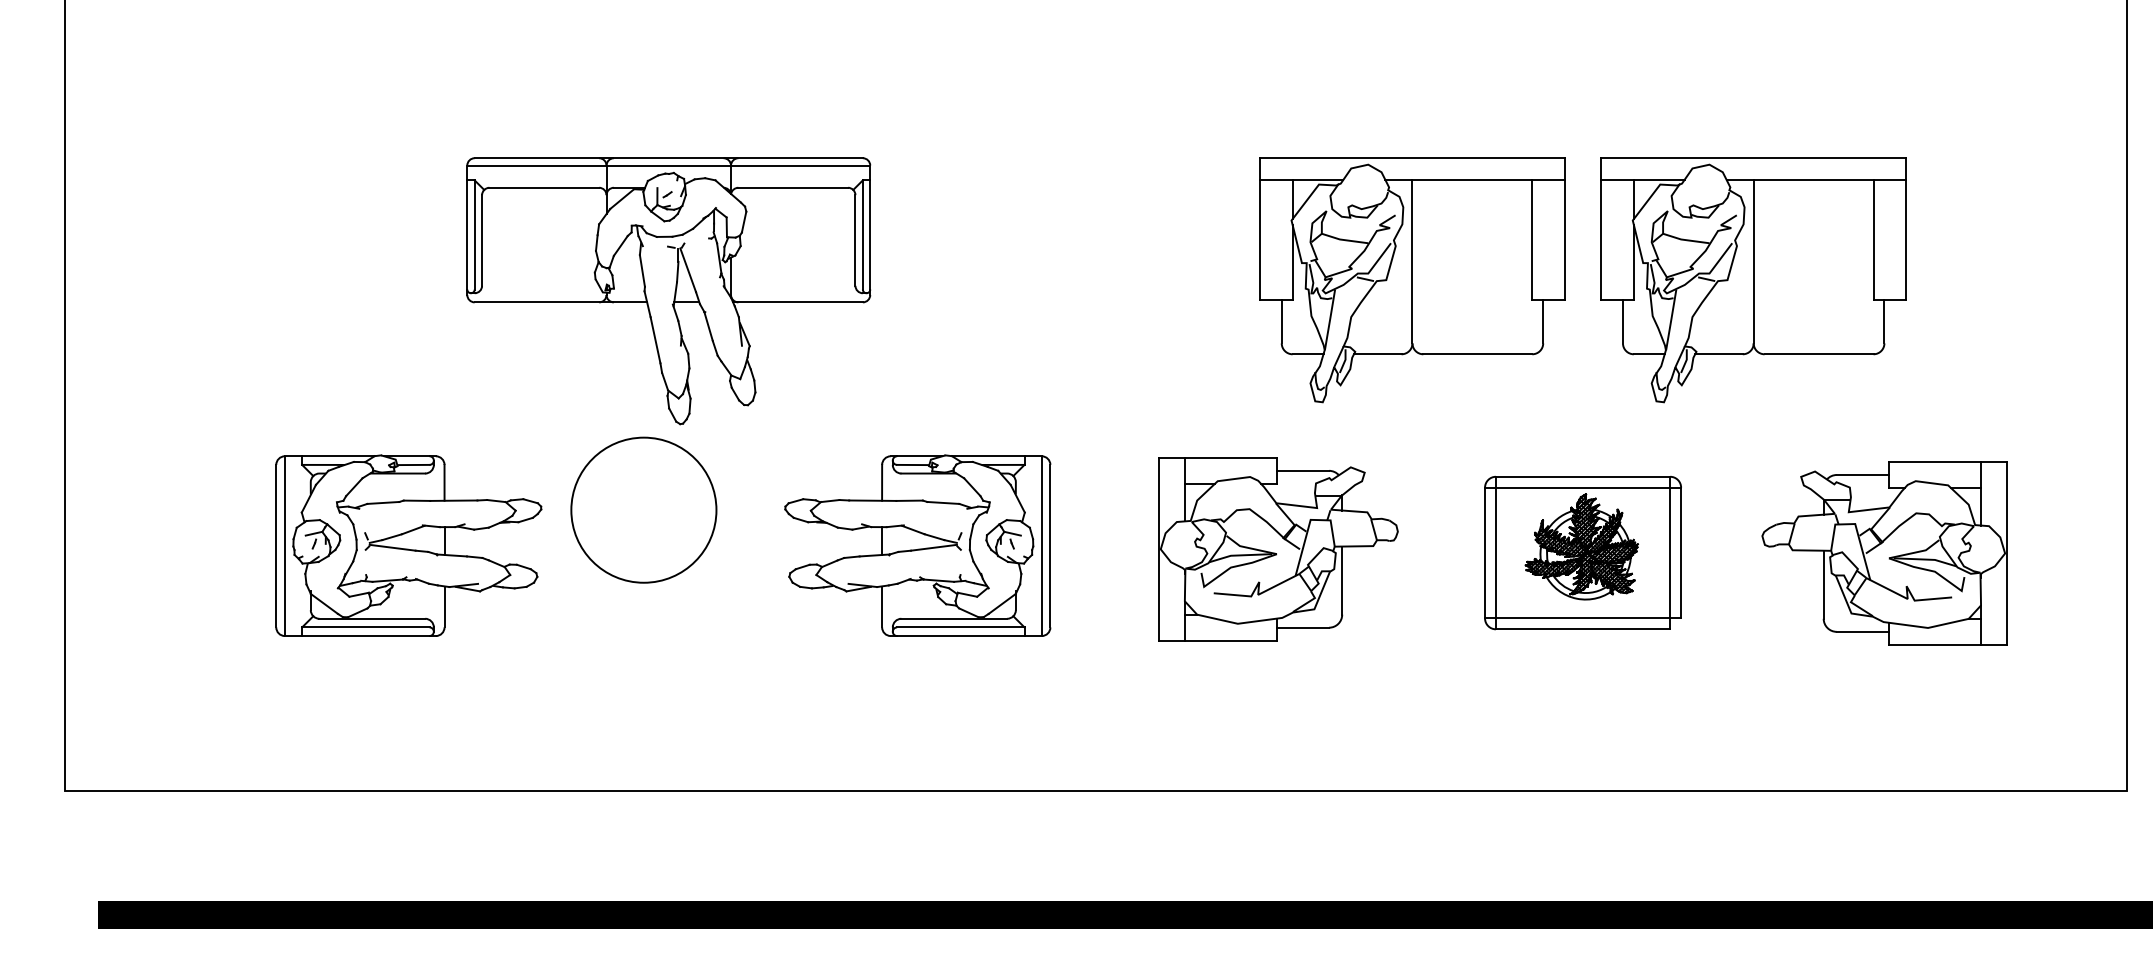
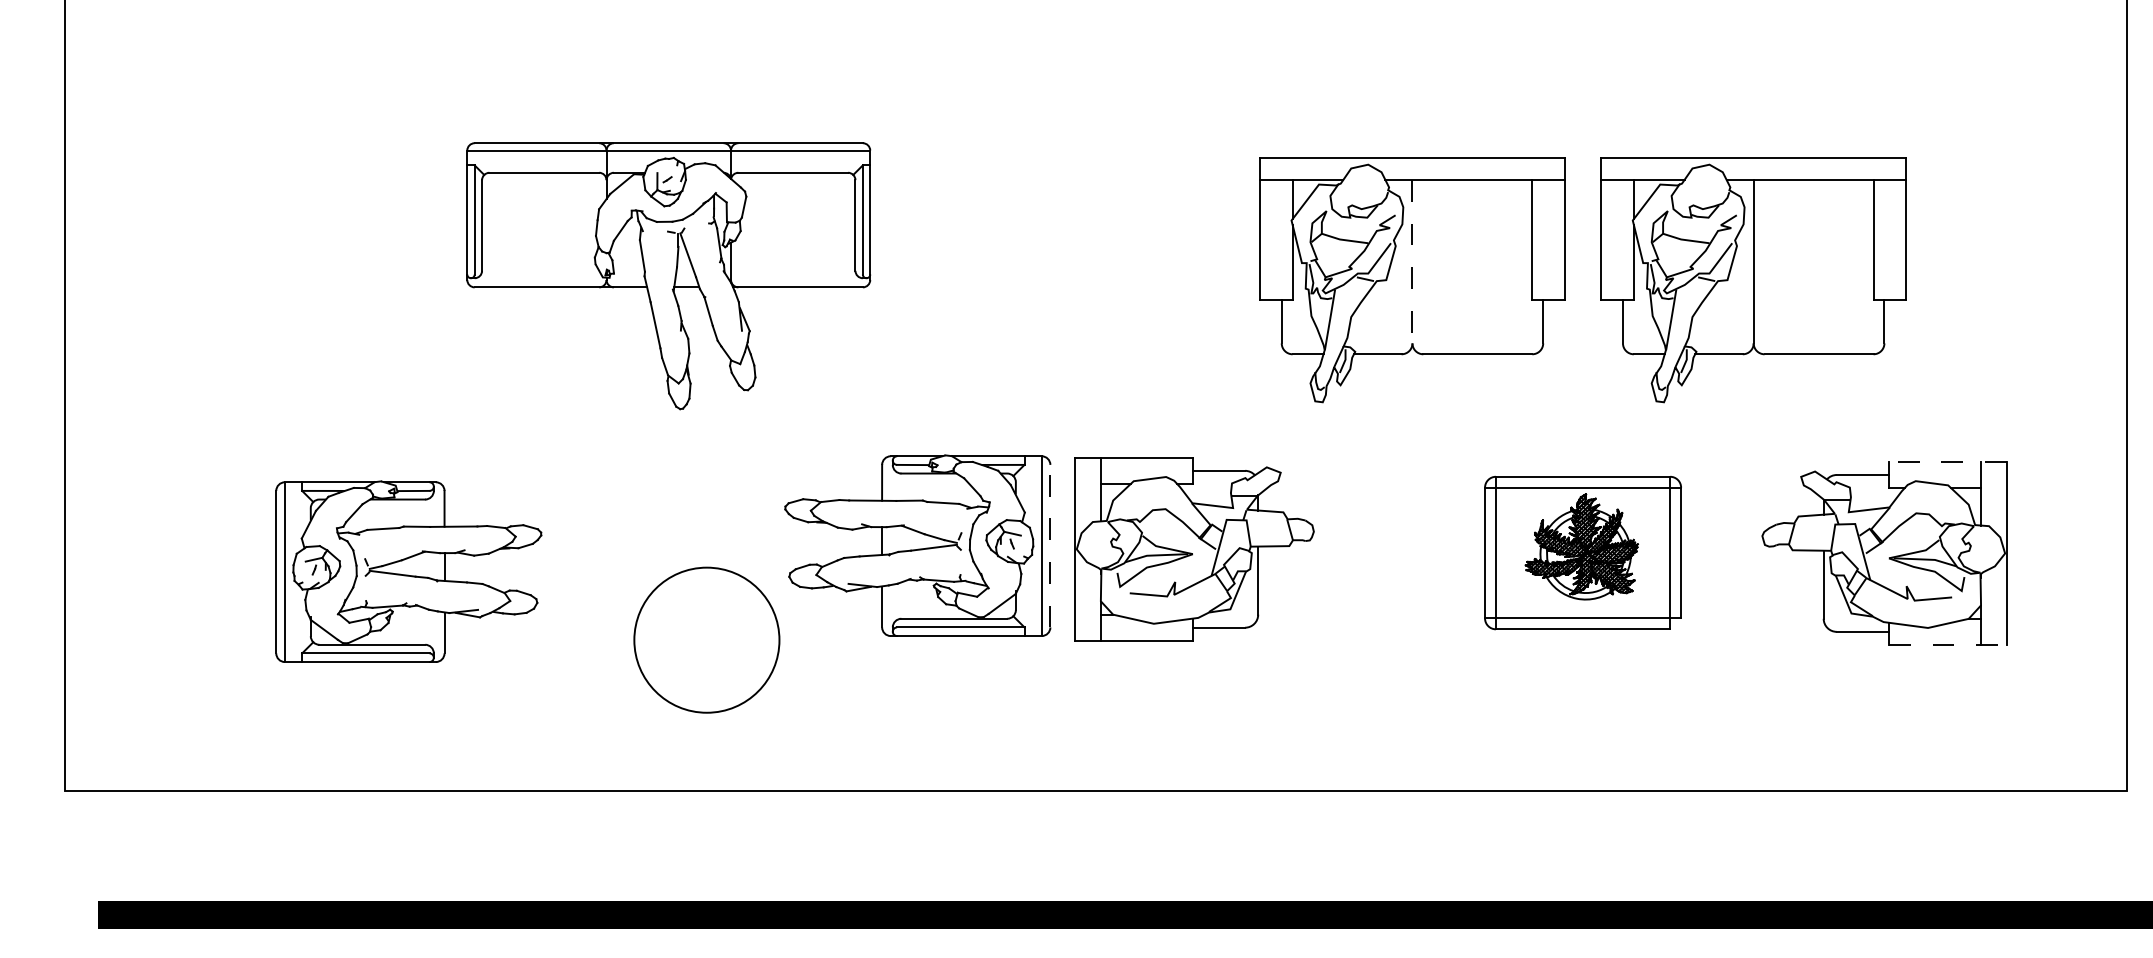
line at (1412, 261): solid -> dashed
part at (668, 291) position: (668, 291) -> (668, 276)
line at (1947, 461): solid -> dashed
circle at (643, 509) position: (643, 509) -> (706, 639)
part at (408, 545) position: (408, 545) -> (408, 571)
line at (1050, 545): solid -> dashed
part at (1278, 549) position: (1278, 549) -> (1194, 549)
line at (1947, 644): solid -> dashed
